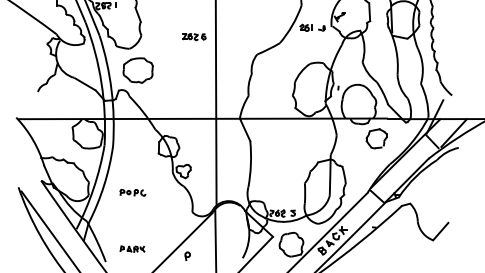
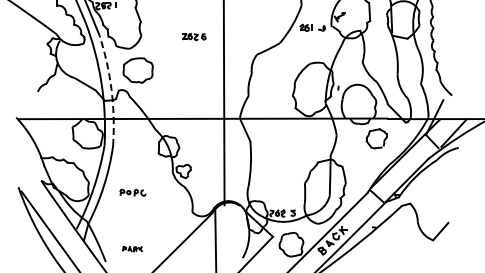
arc at (111, 90): solid -> dashed
line at (215, 103) position: (215, 103) -> (223, 103)
part at (132, 248) size: 27x8 px -> 21x7 px
part at (187, 255): present -> none
